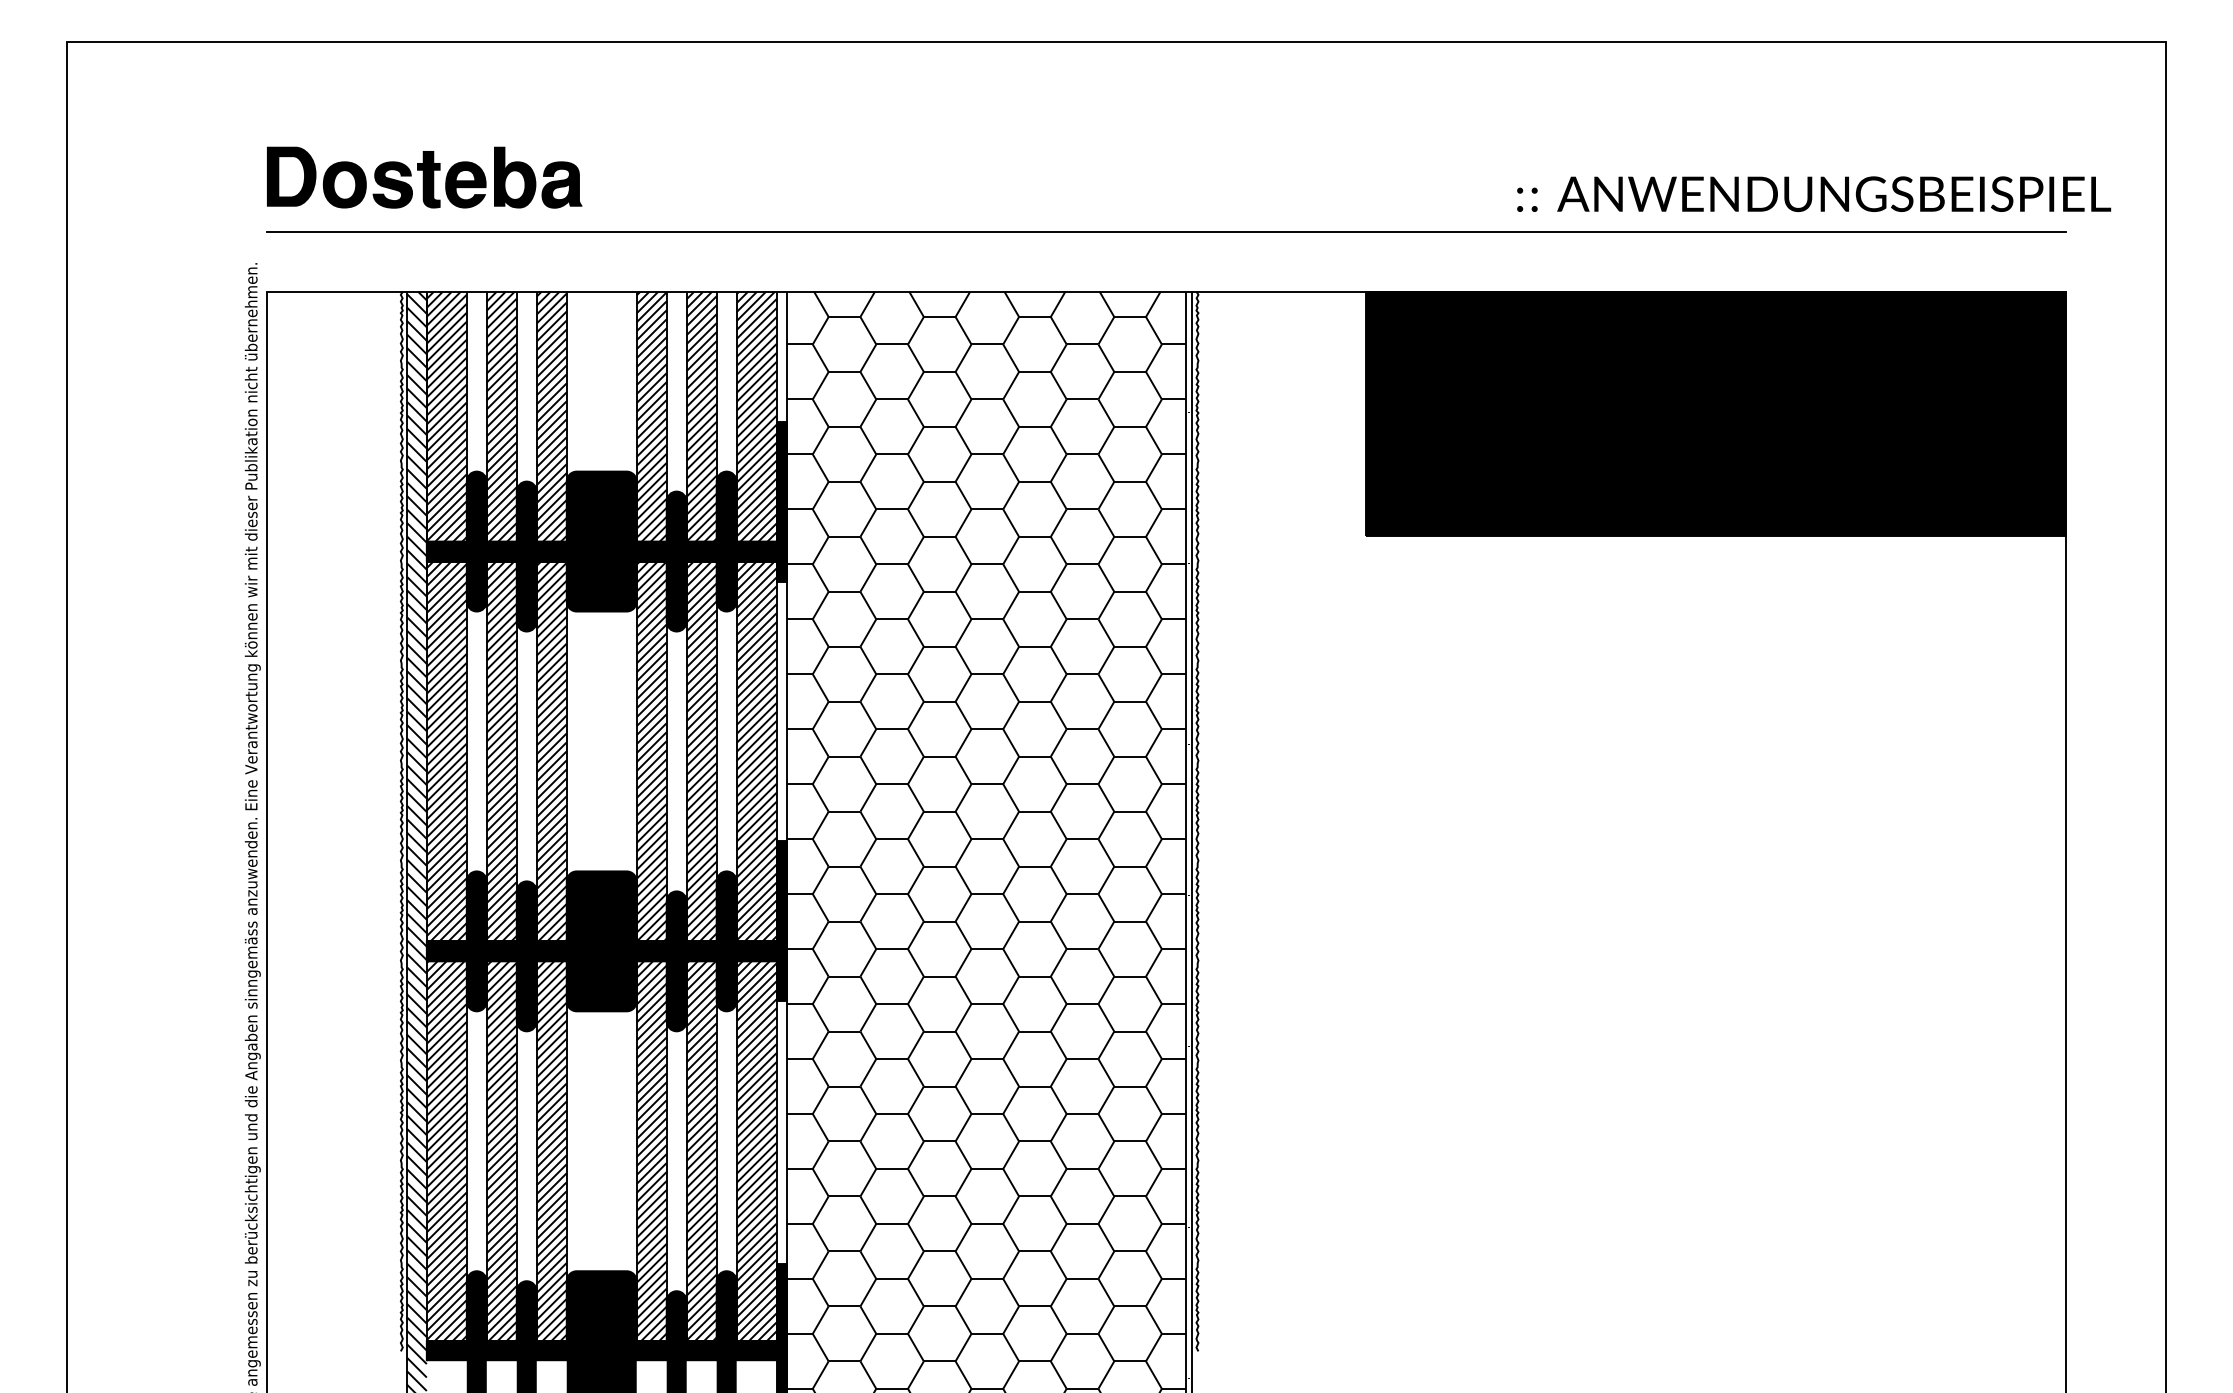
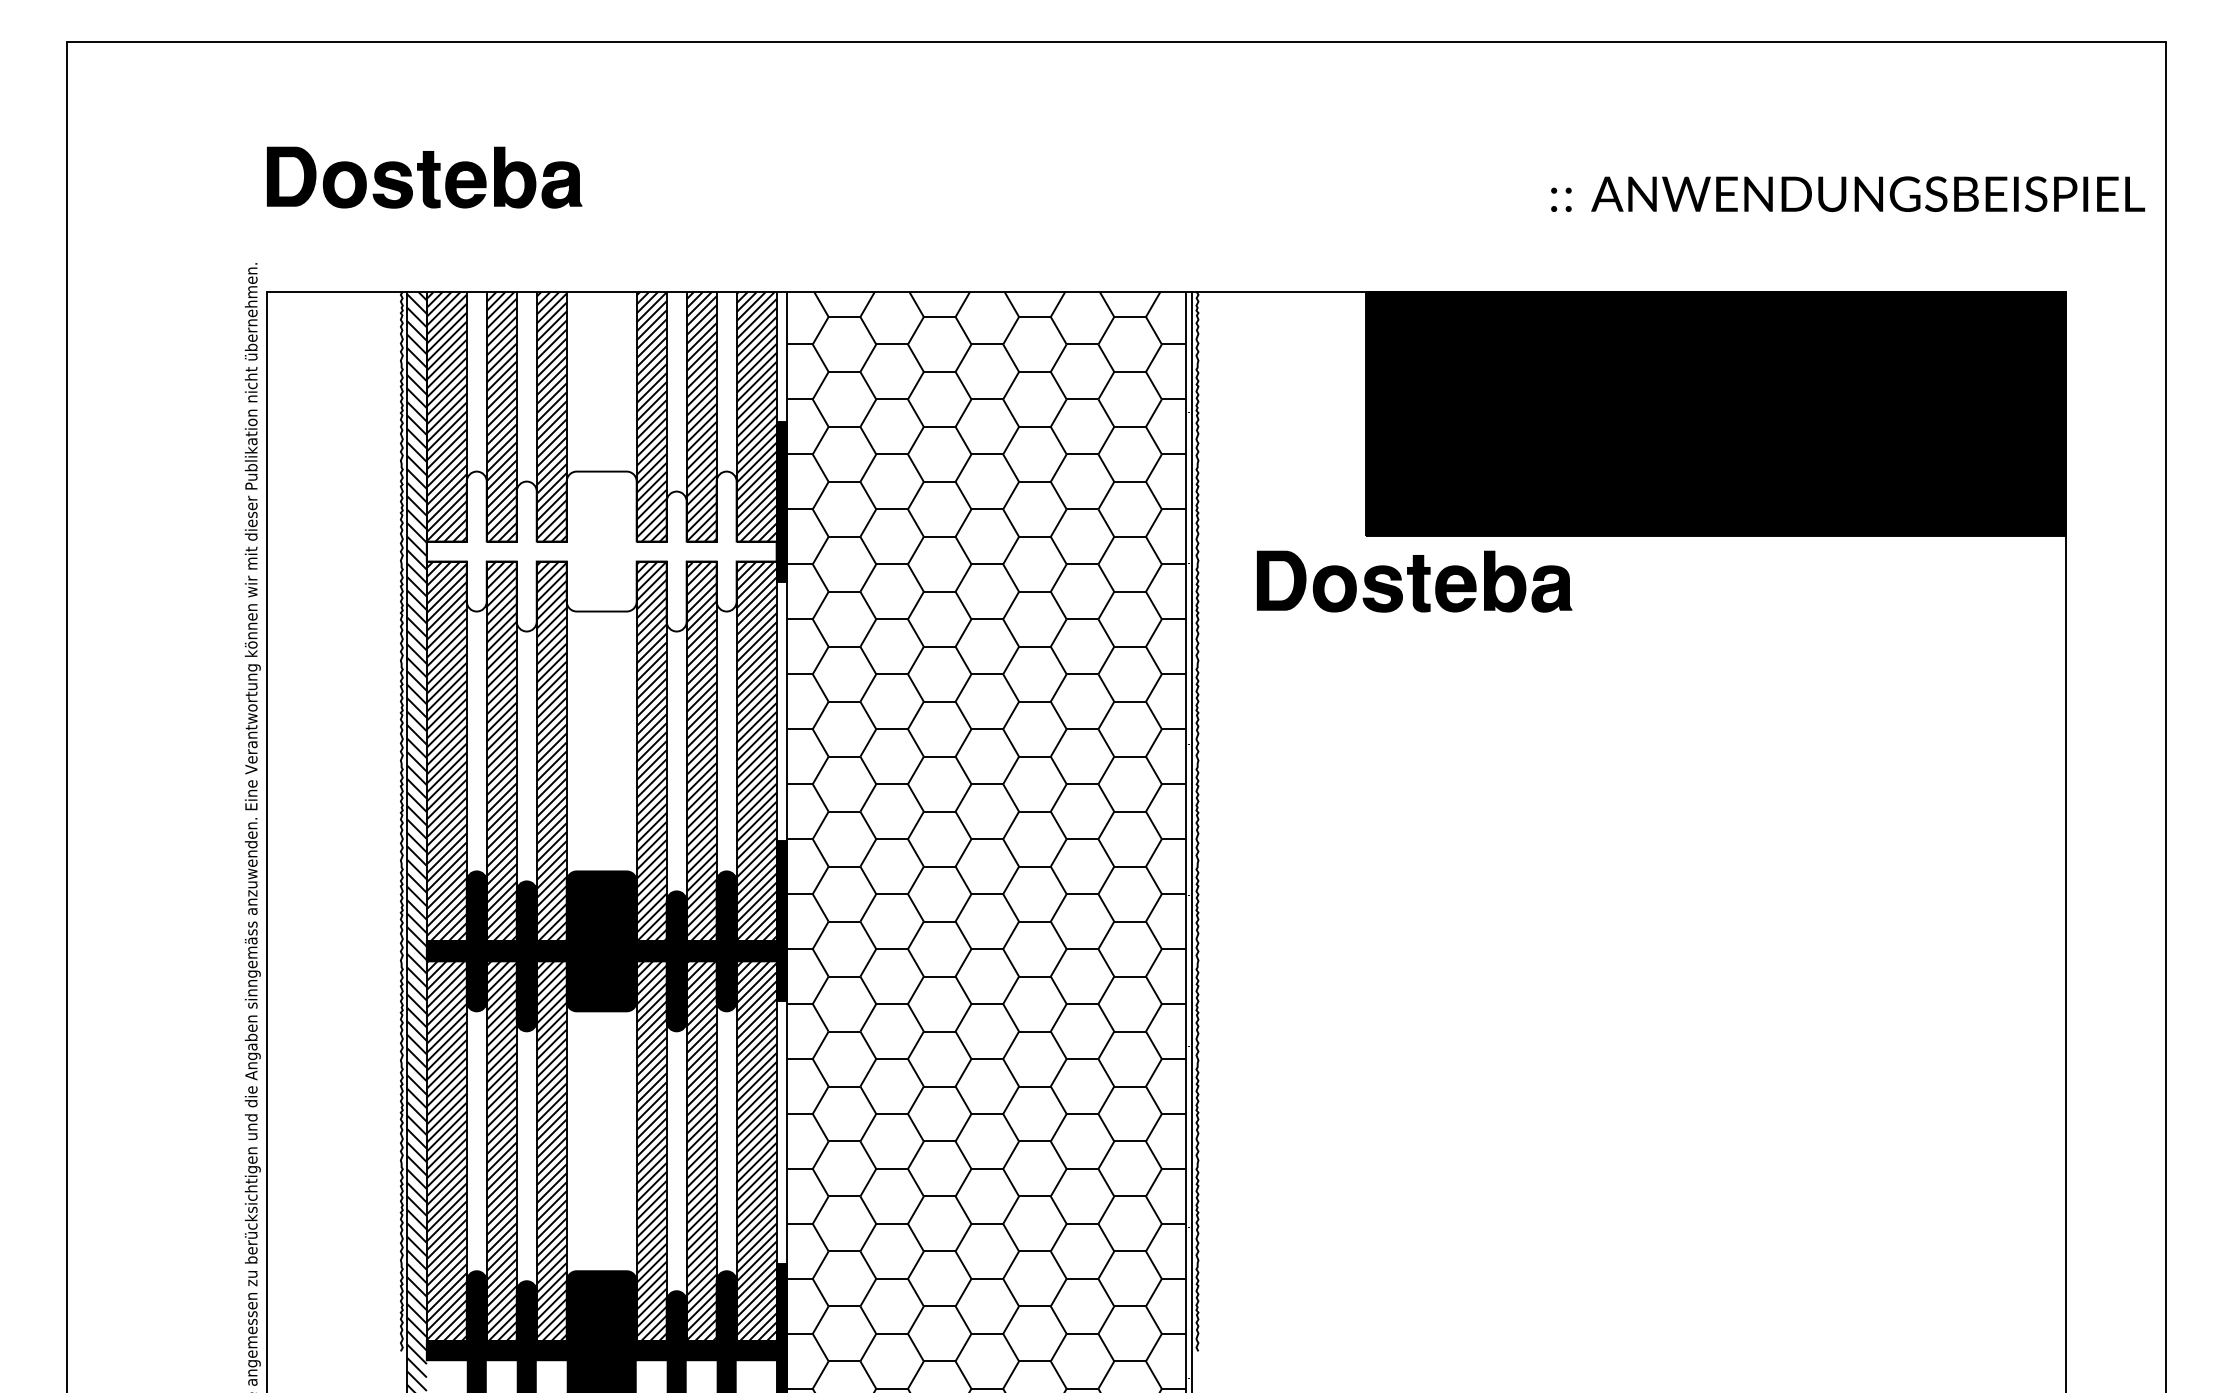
text at (1814, 193) position: (1814, 193) -> (1848, 193)
line at (1166, 231): present -> none
fill at (601, 551): present -> none
part at (1414, 581): none -> present
